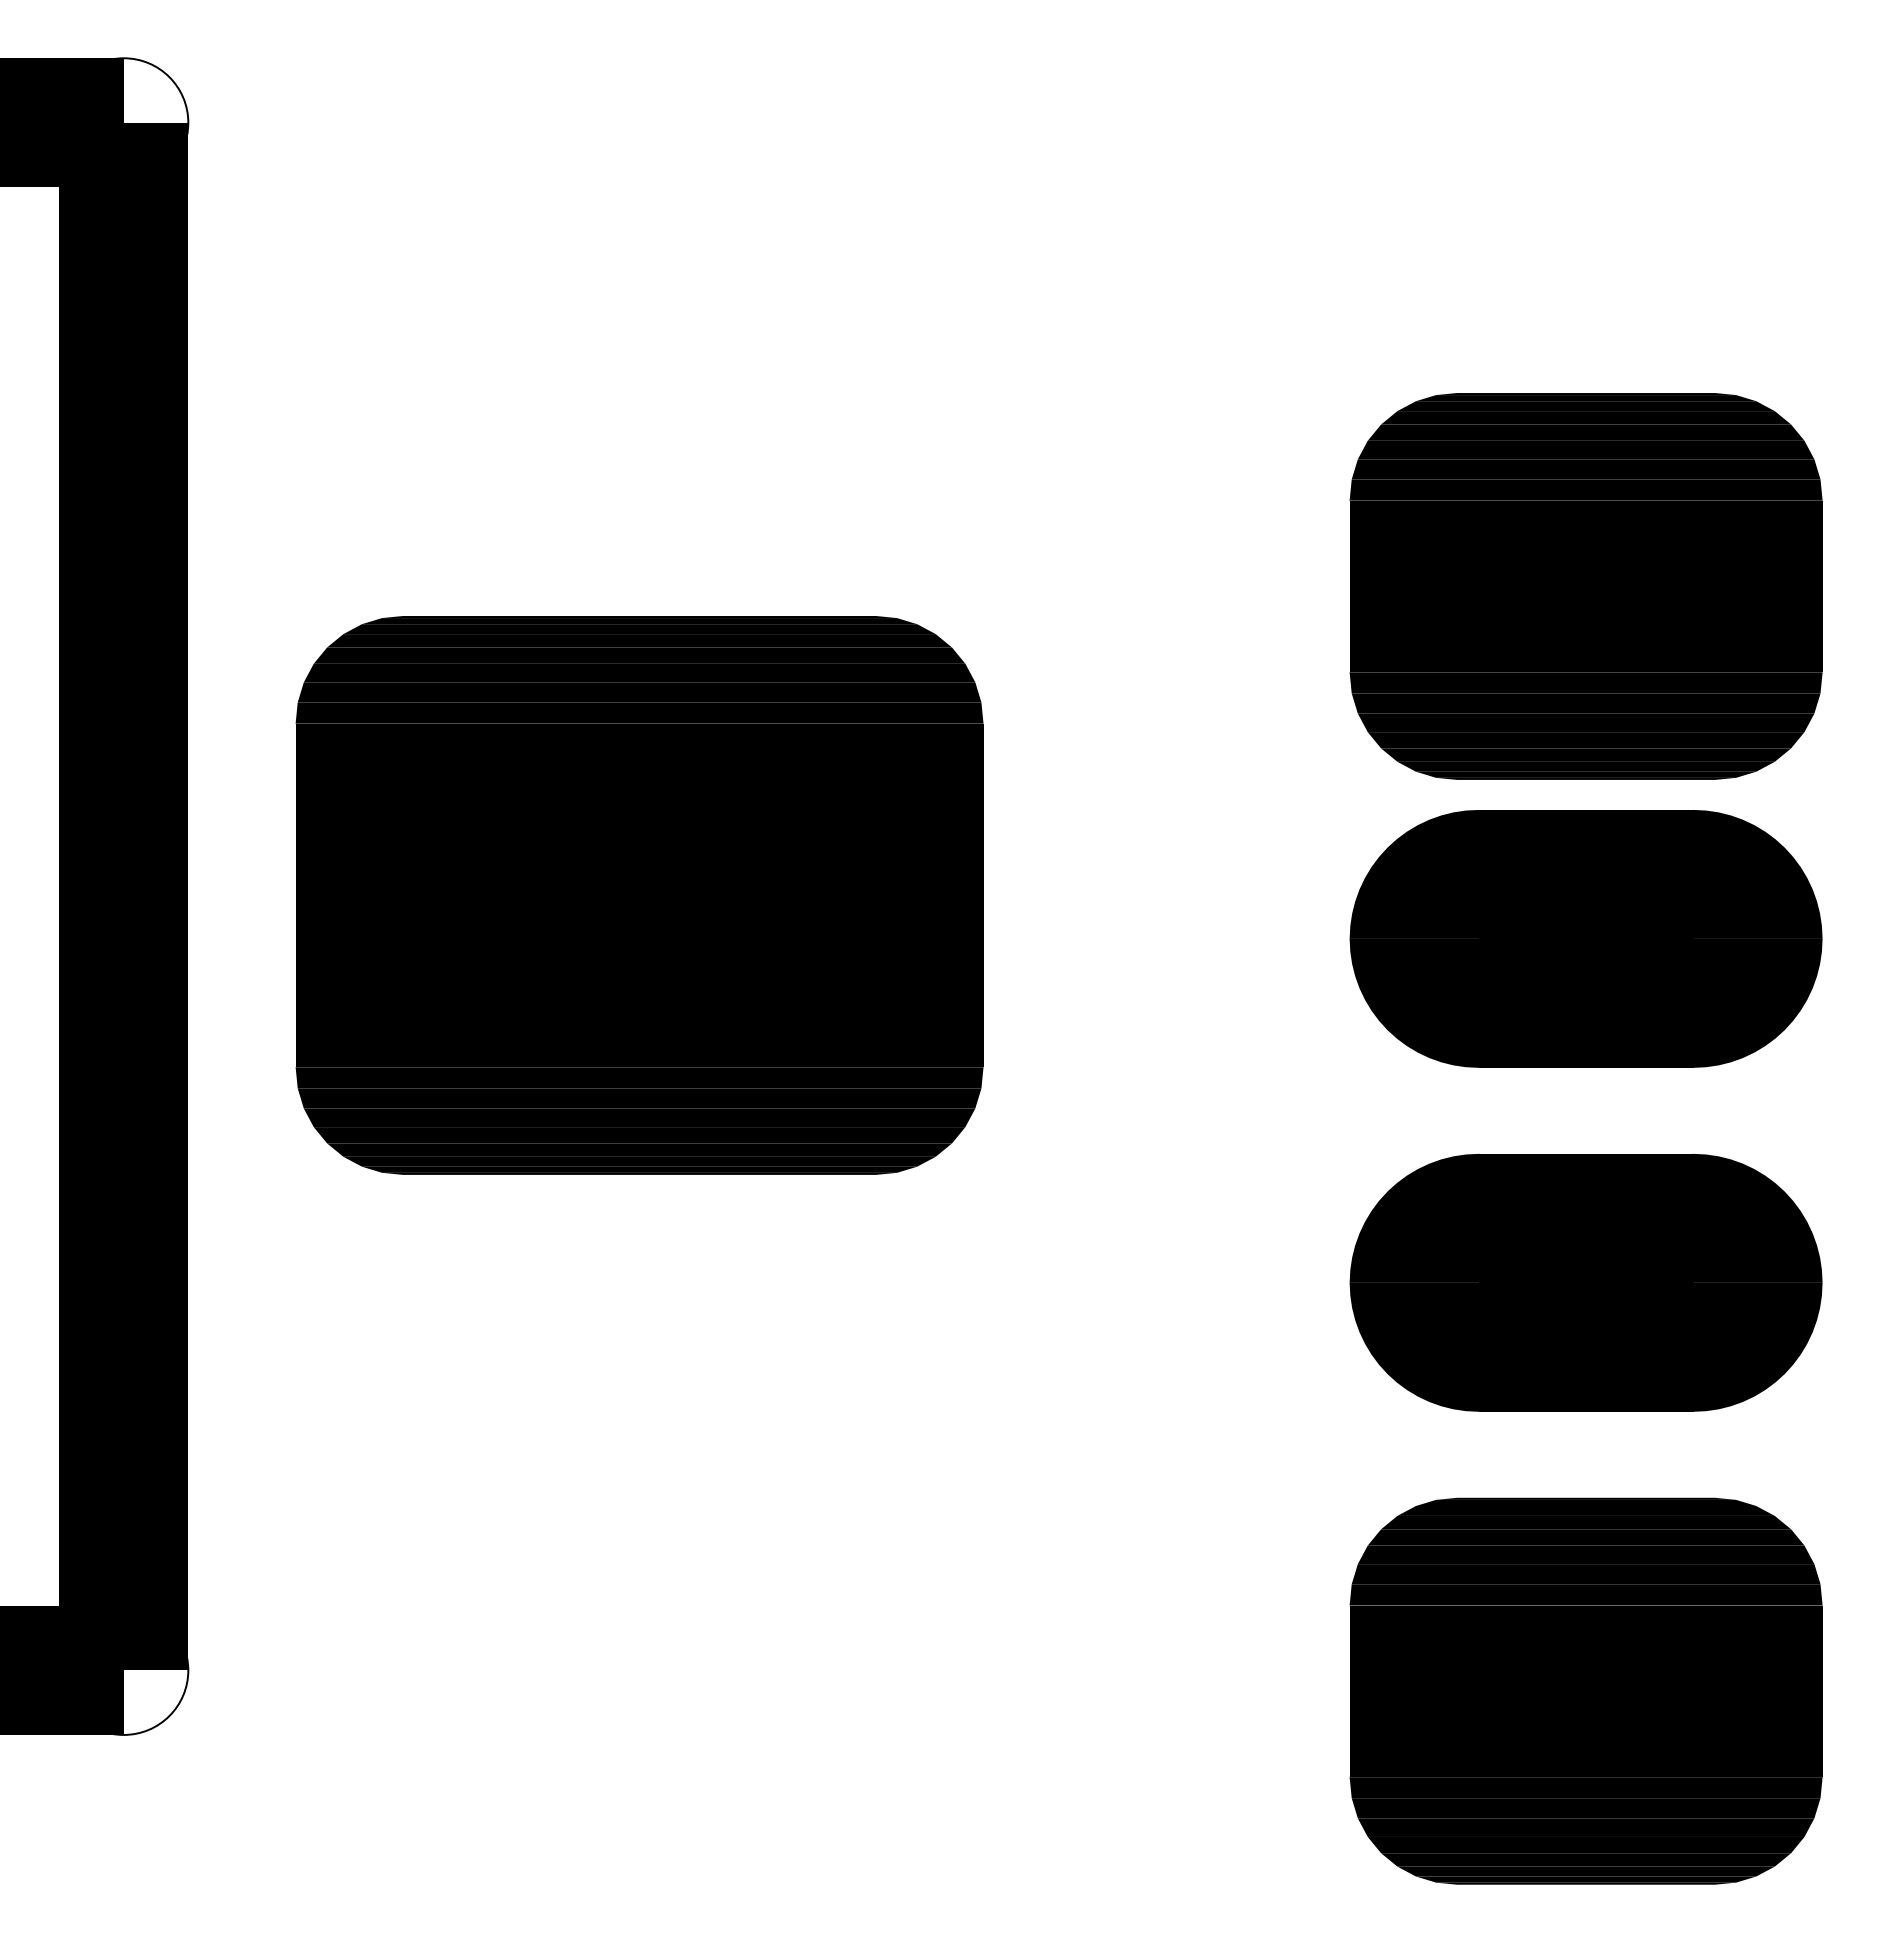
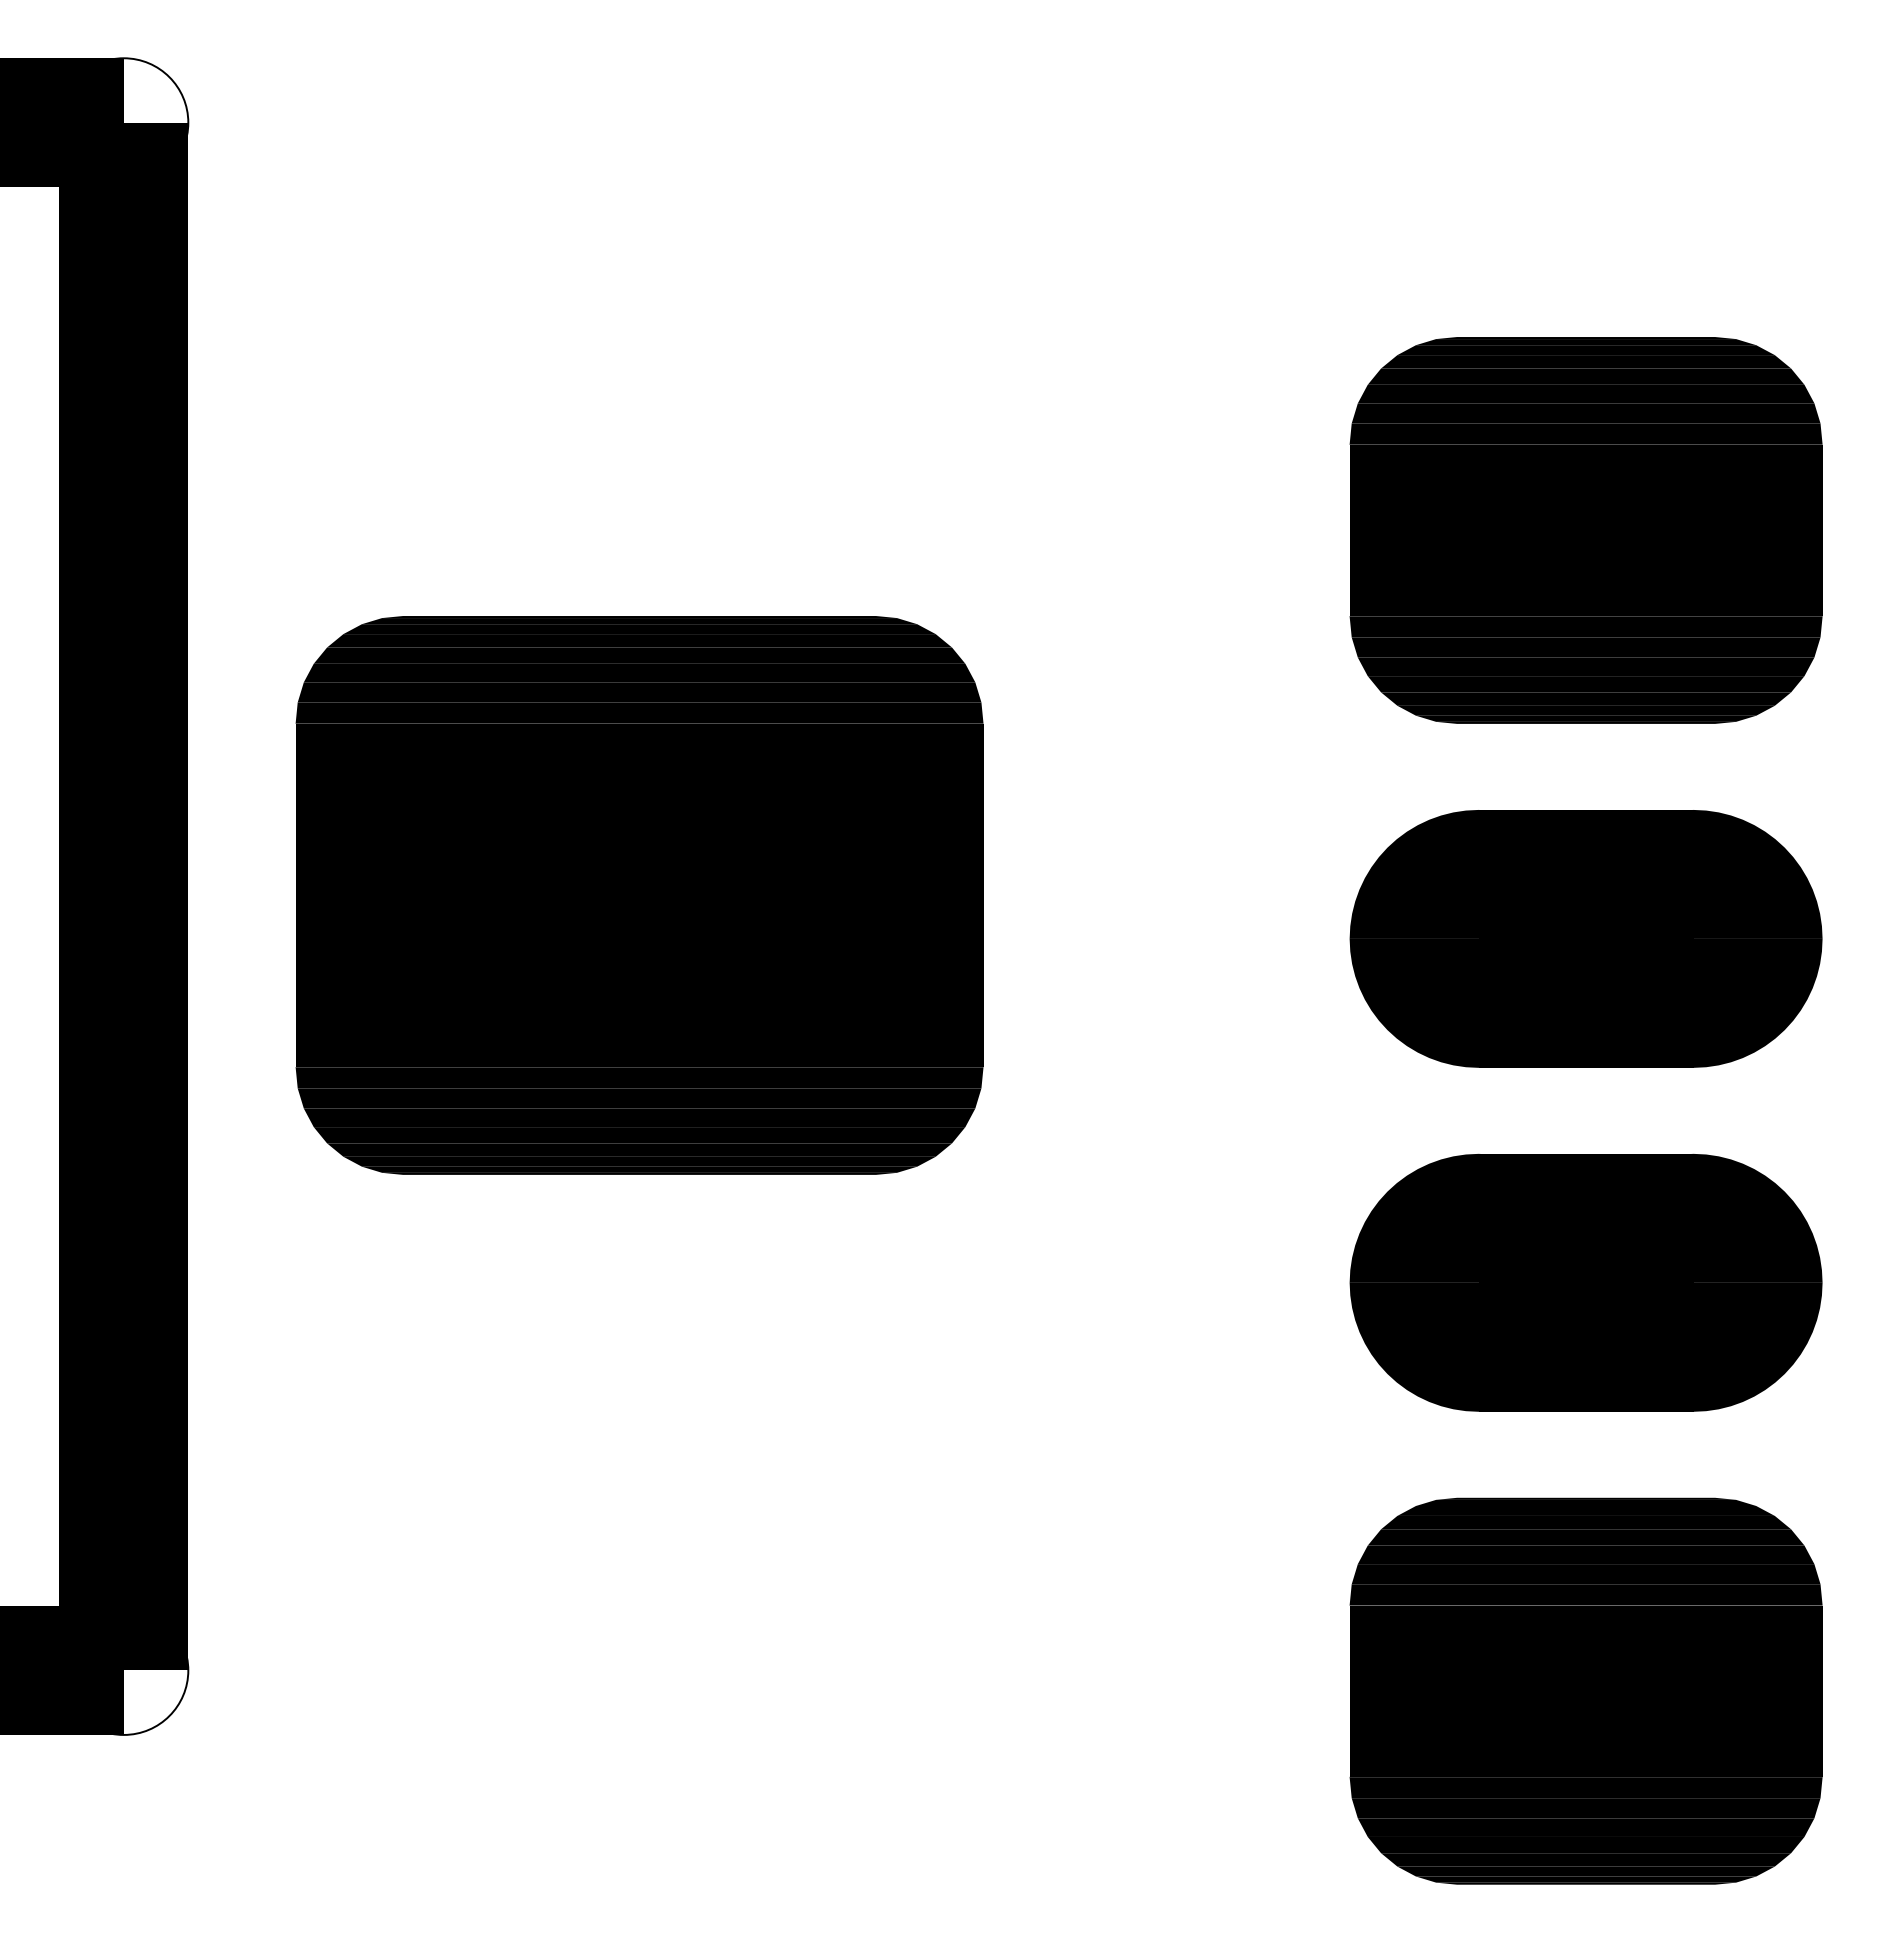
part at (1585, 586) position: (1585, 586) -> (1585, 530)
